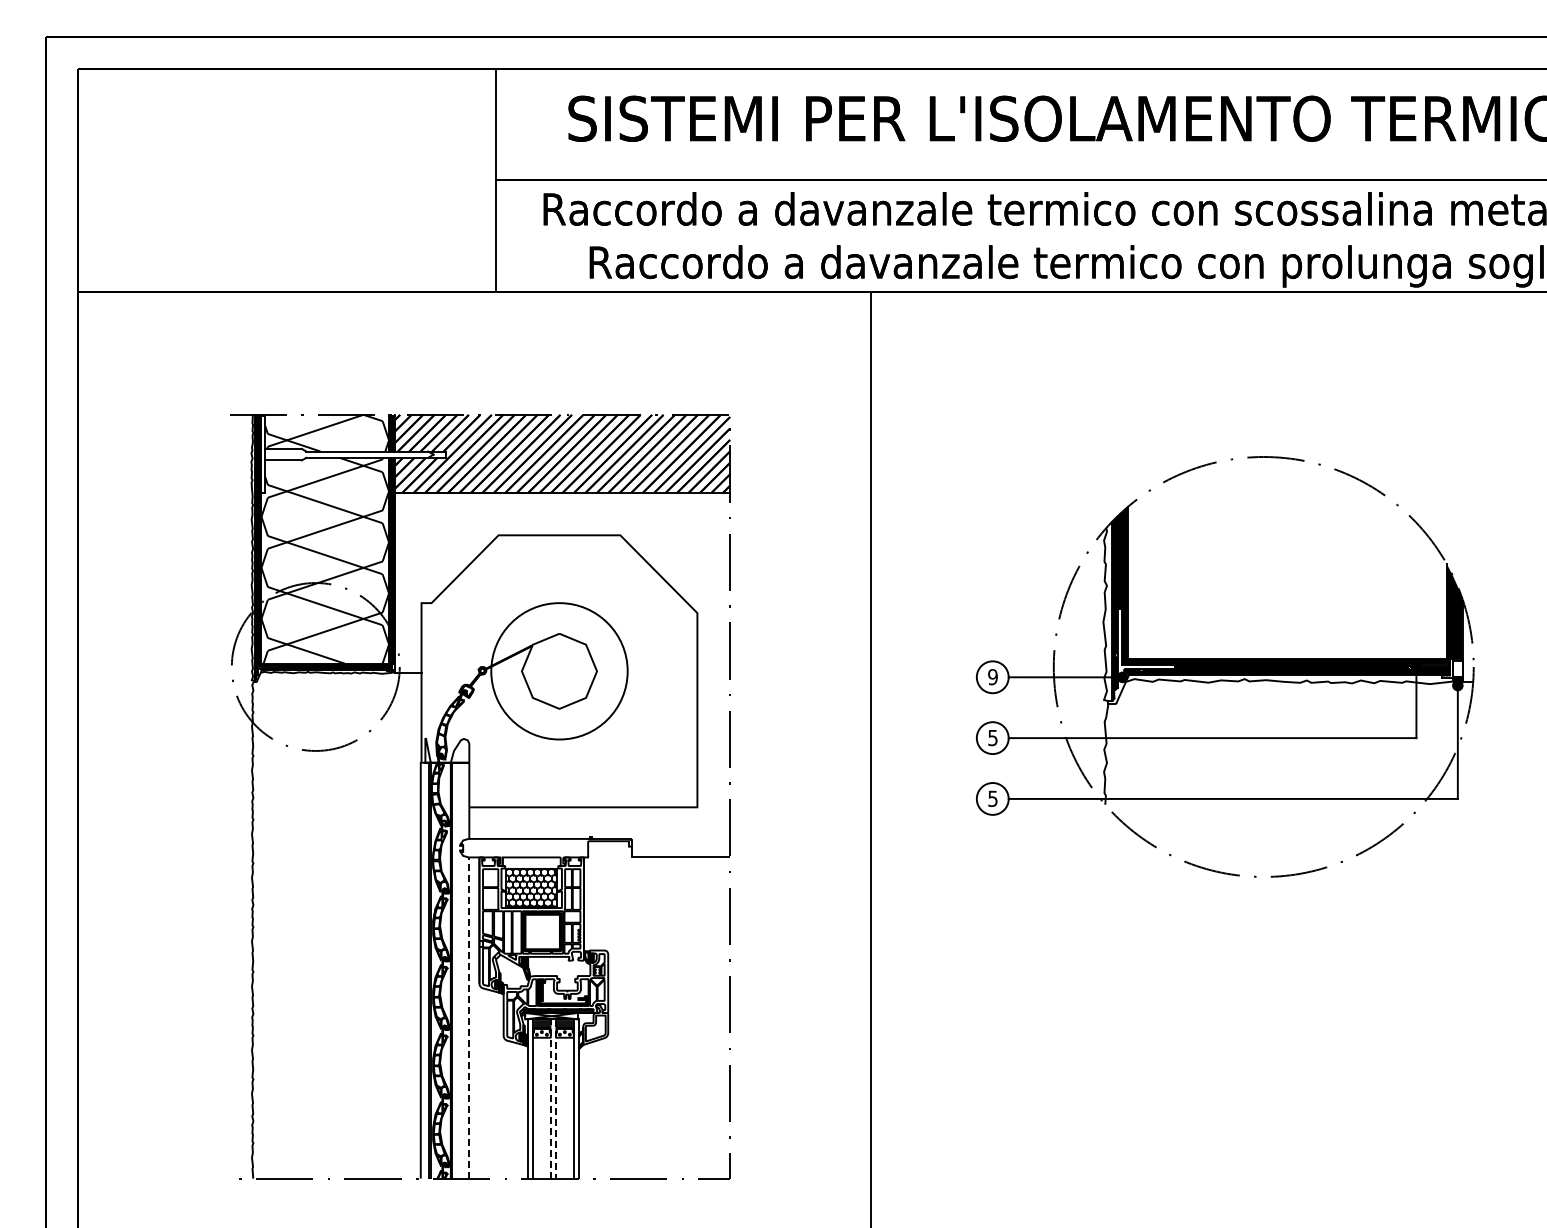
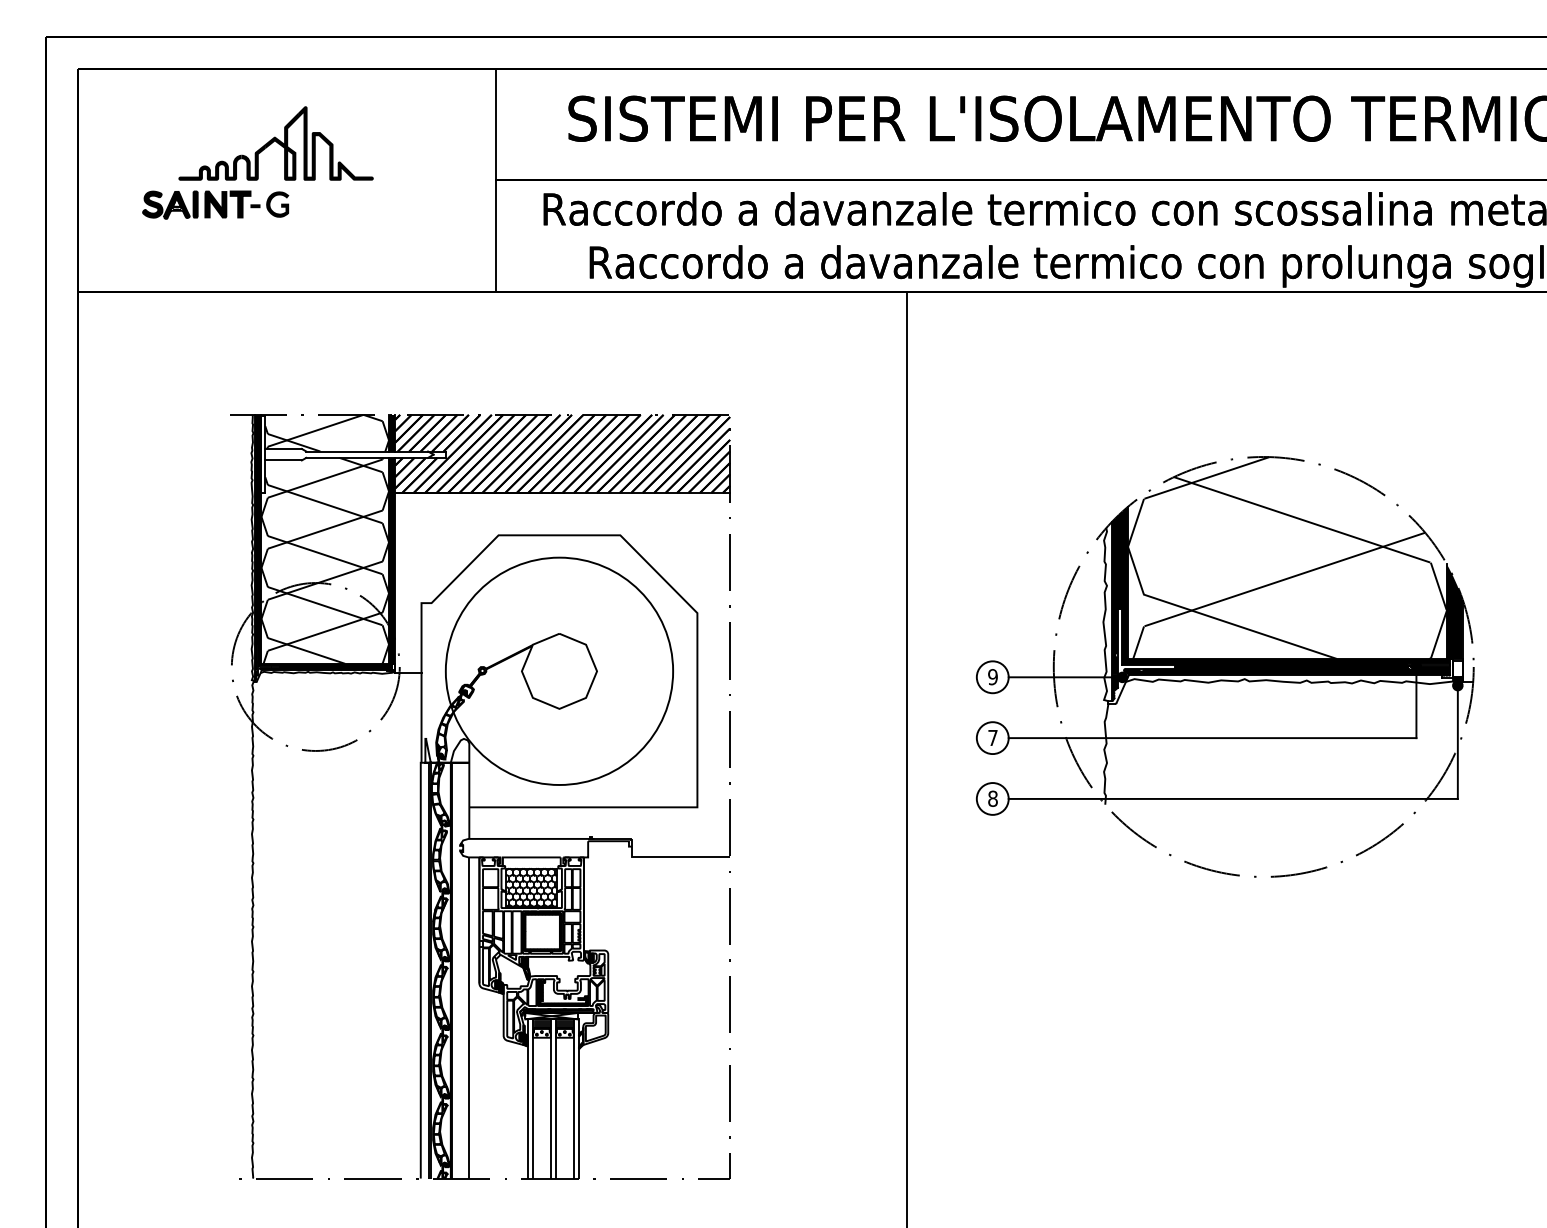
part at (257, 162): none -> present
hatch at (1286, 558): none -> present
circle at (559, 671) diameter: 136 px -> 227 px
text at (992, 738): 5 -> 7
line at (871, 757) position: (871, 757) -> (907, 757)
text at (992, 798): 5 -> 8
line at (469, 1018): dashed -> solid
line at (553, 1019): dashed -> solid
